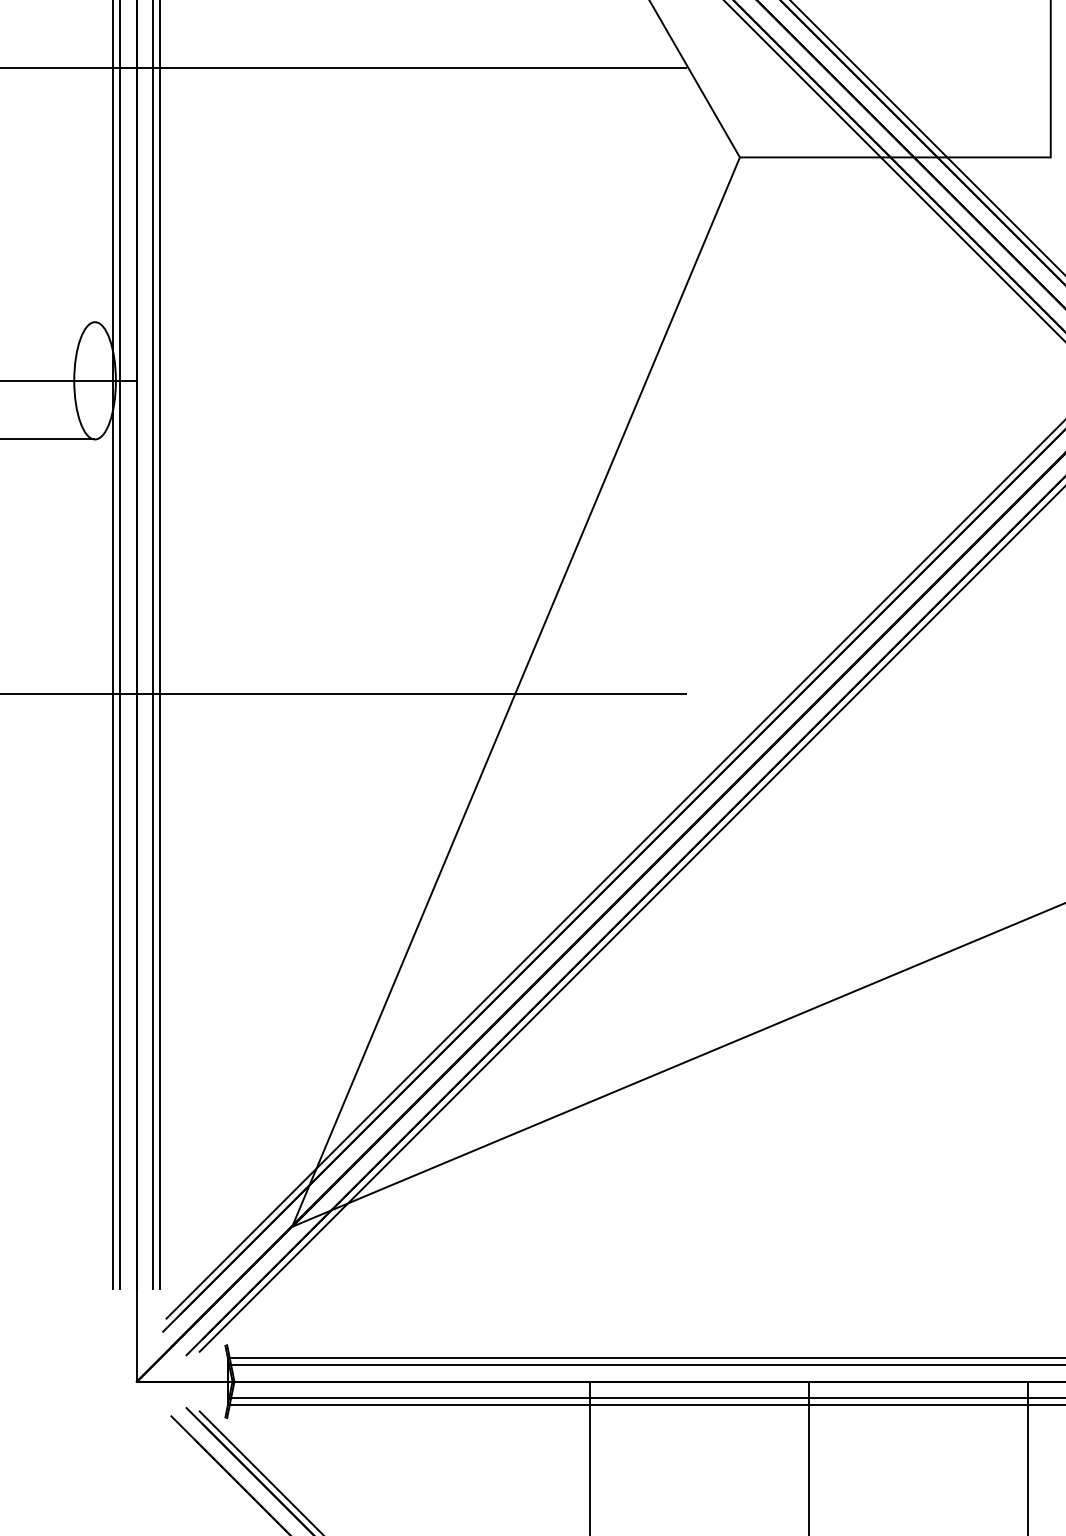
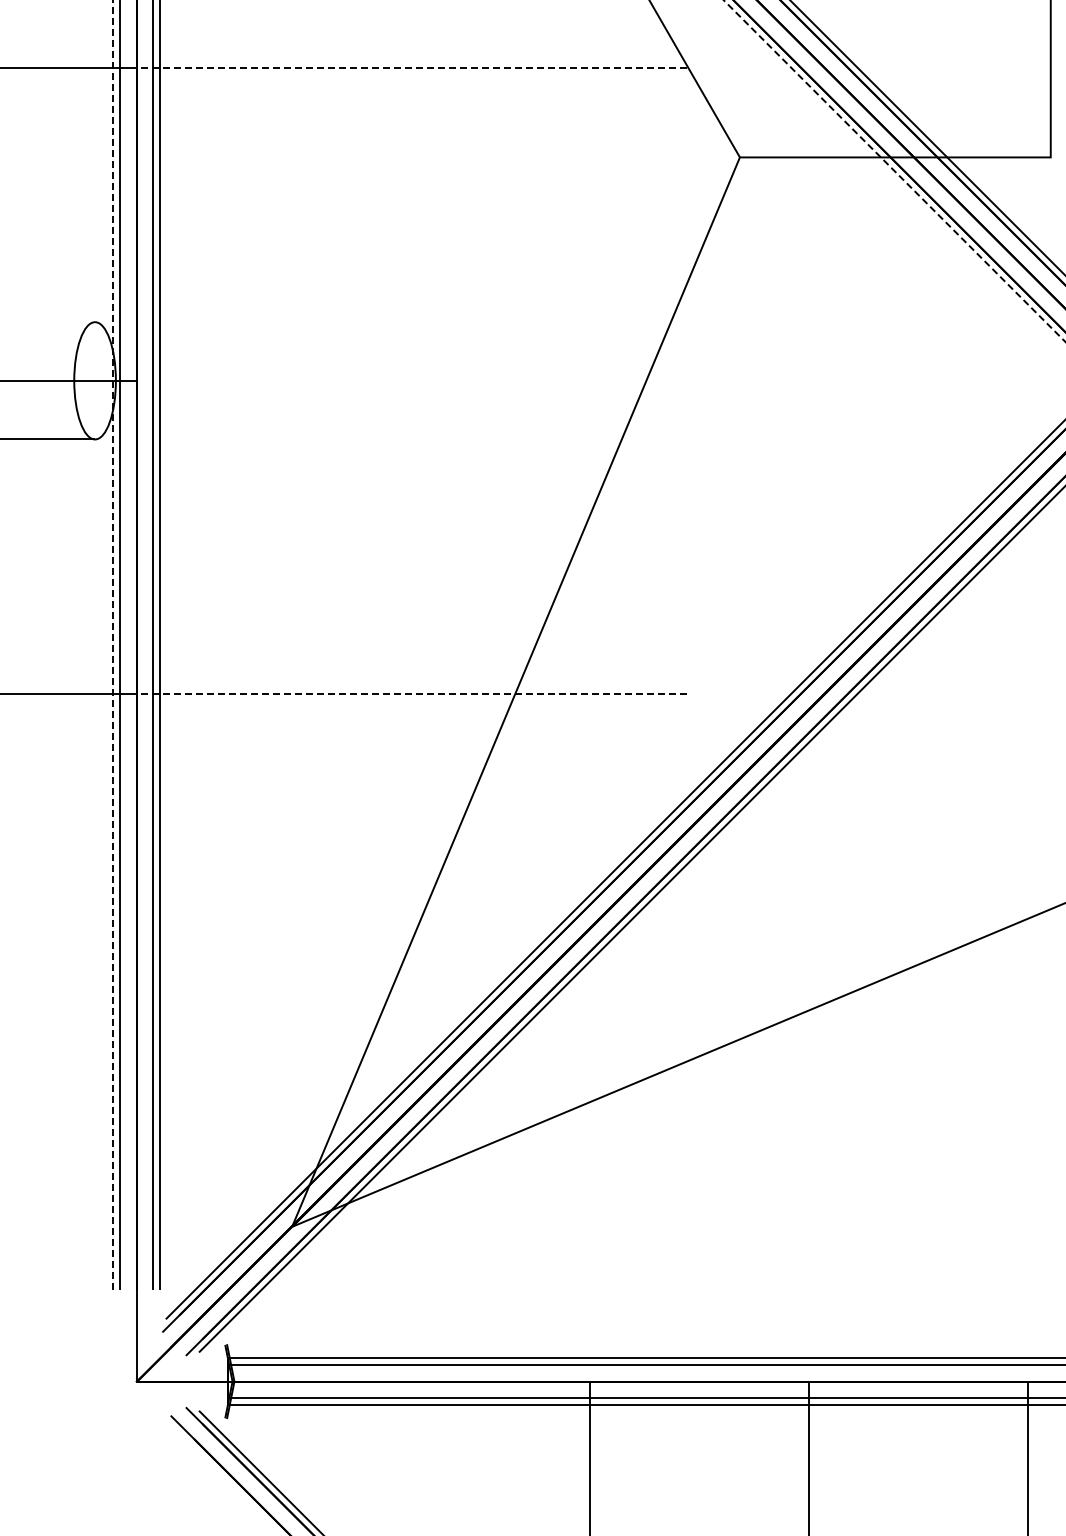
line at (411, 68): solid -> dashed
line at (894, 171): solid -> dashed
line at (113, 645): solid -> dashed
line at (411, 693): solid -> dashed
